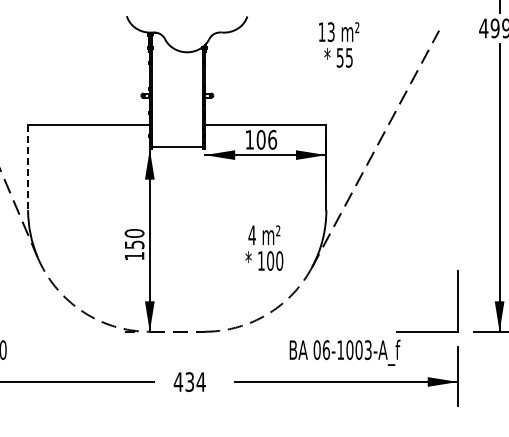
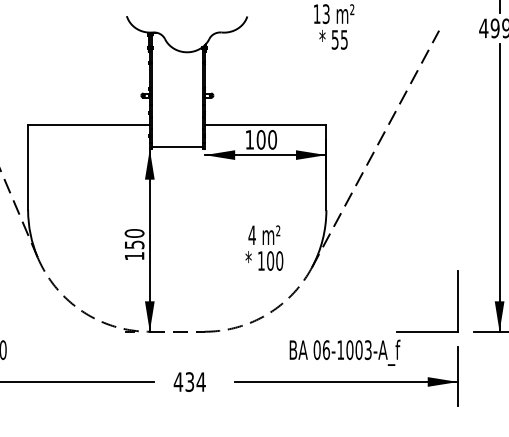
text at (339, 44) position: (339, 44) -> (334, 26)
text at (272, 139): 106 -> 100
line at (28, 167): dashed -> solid
